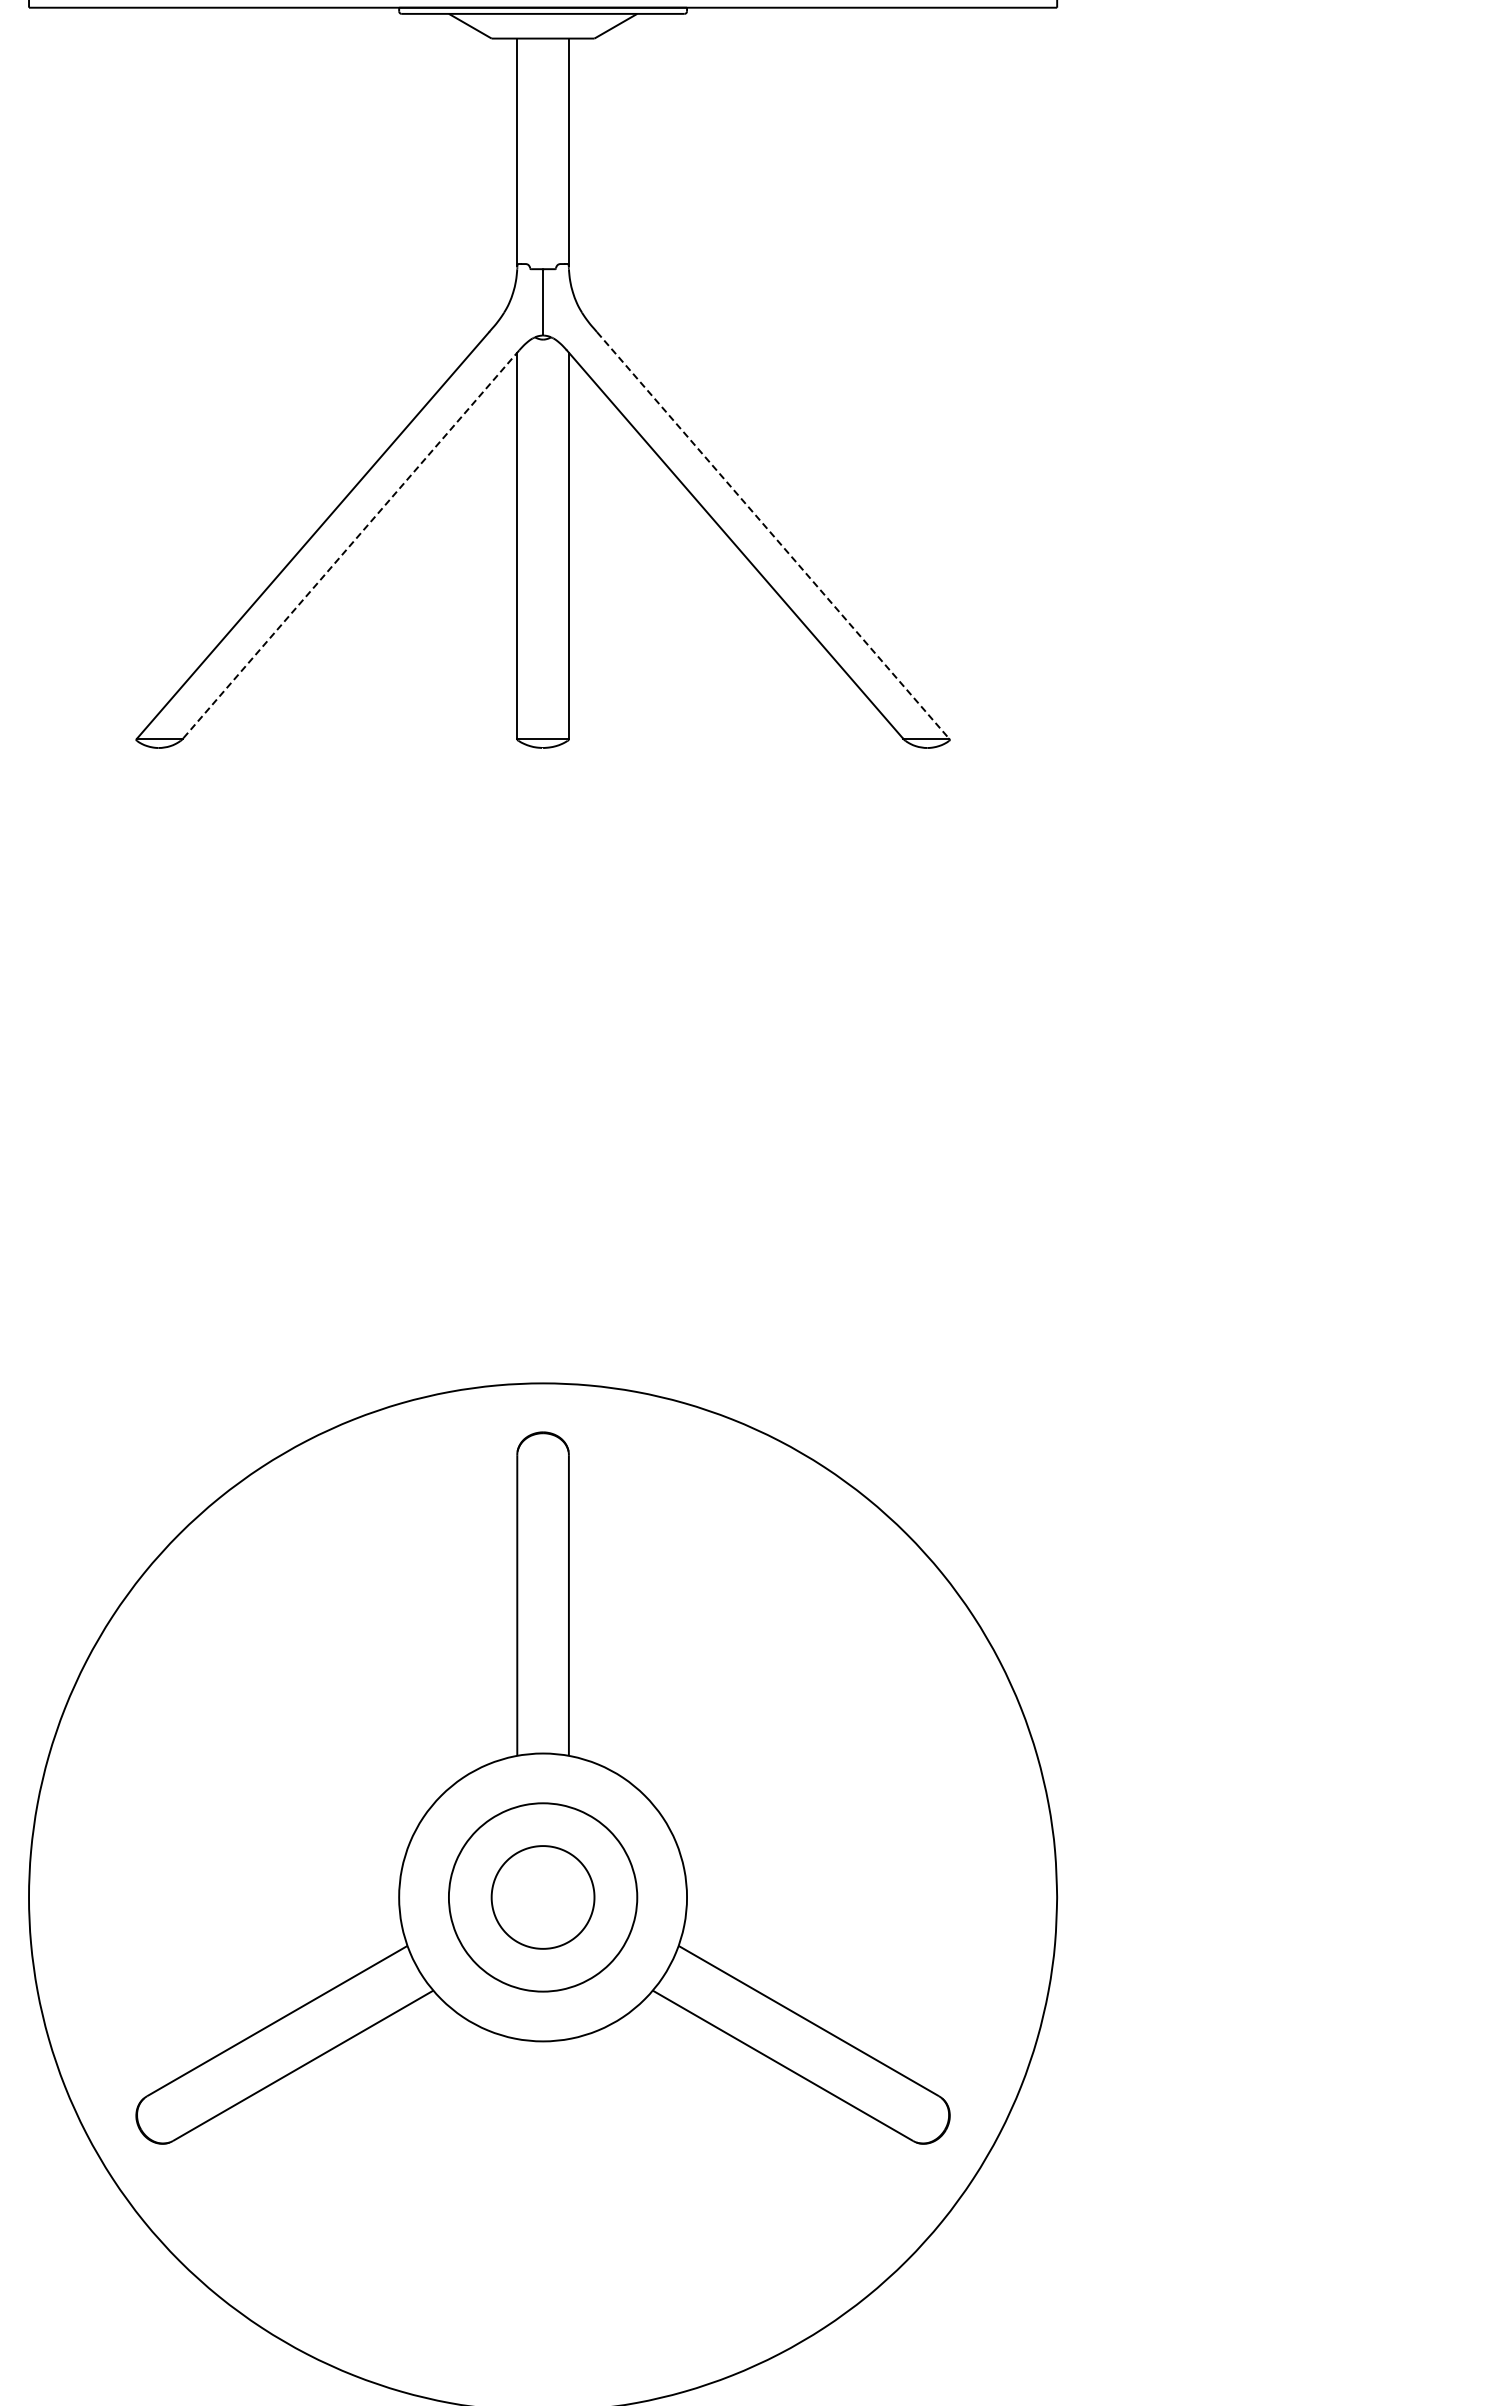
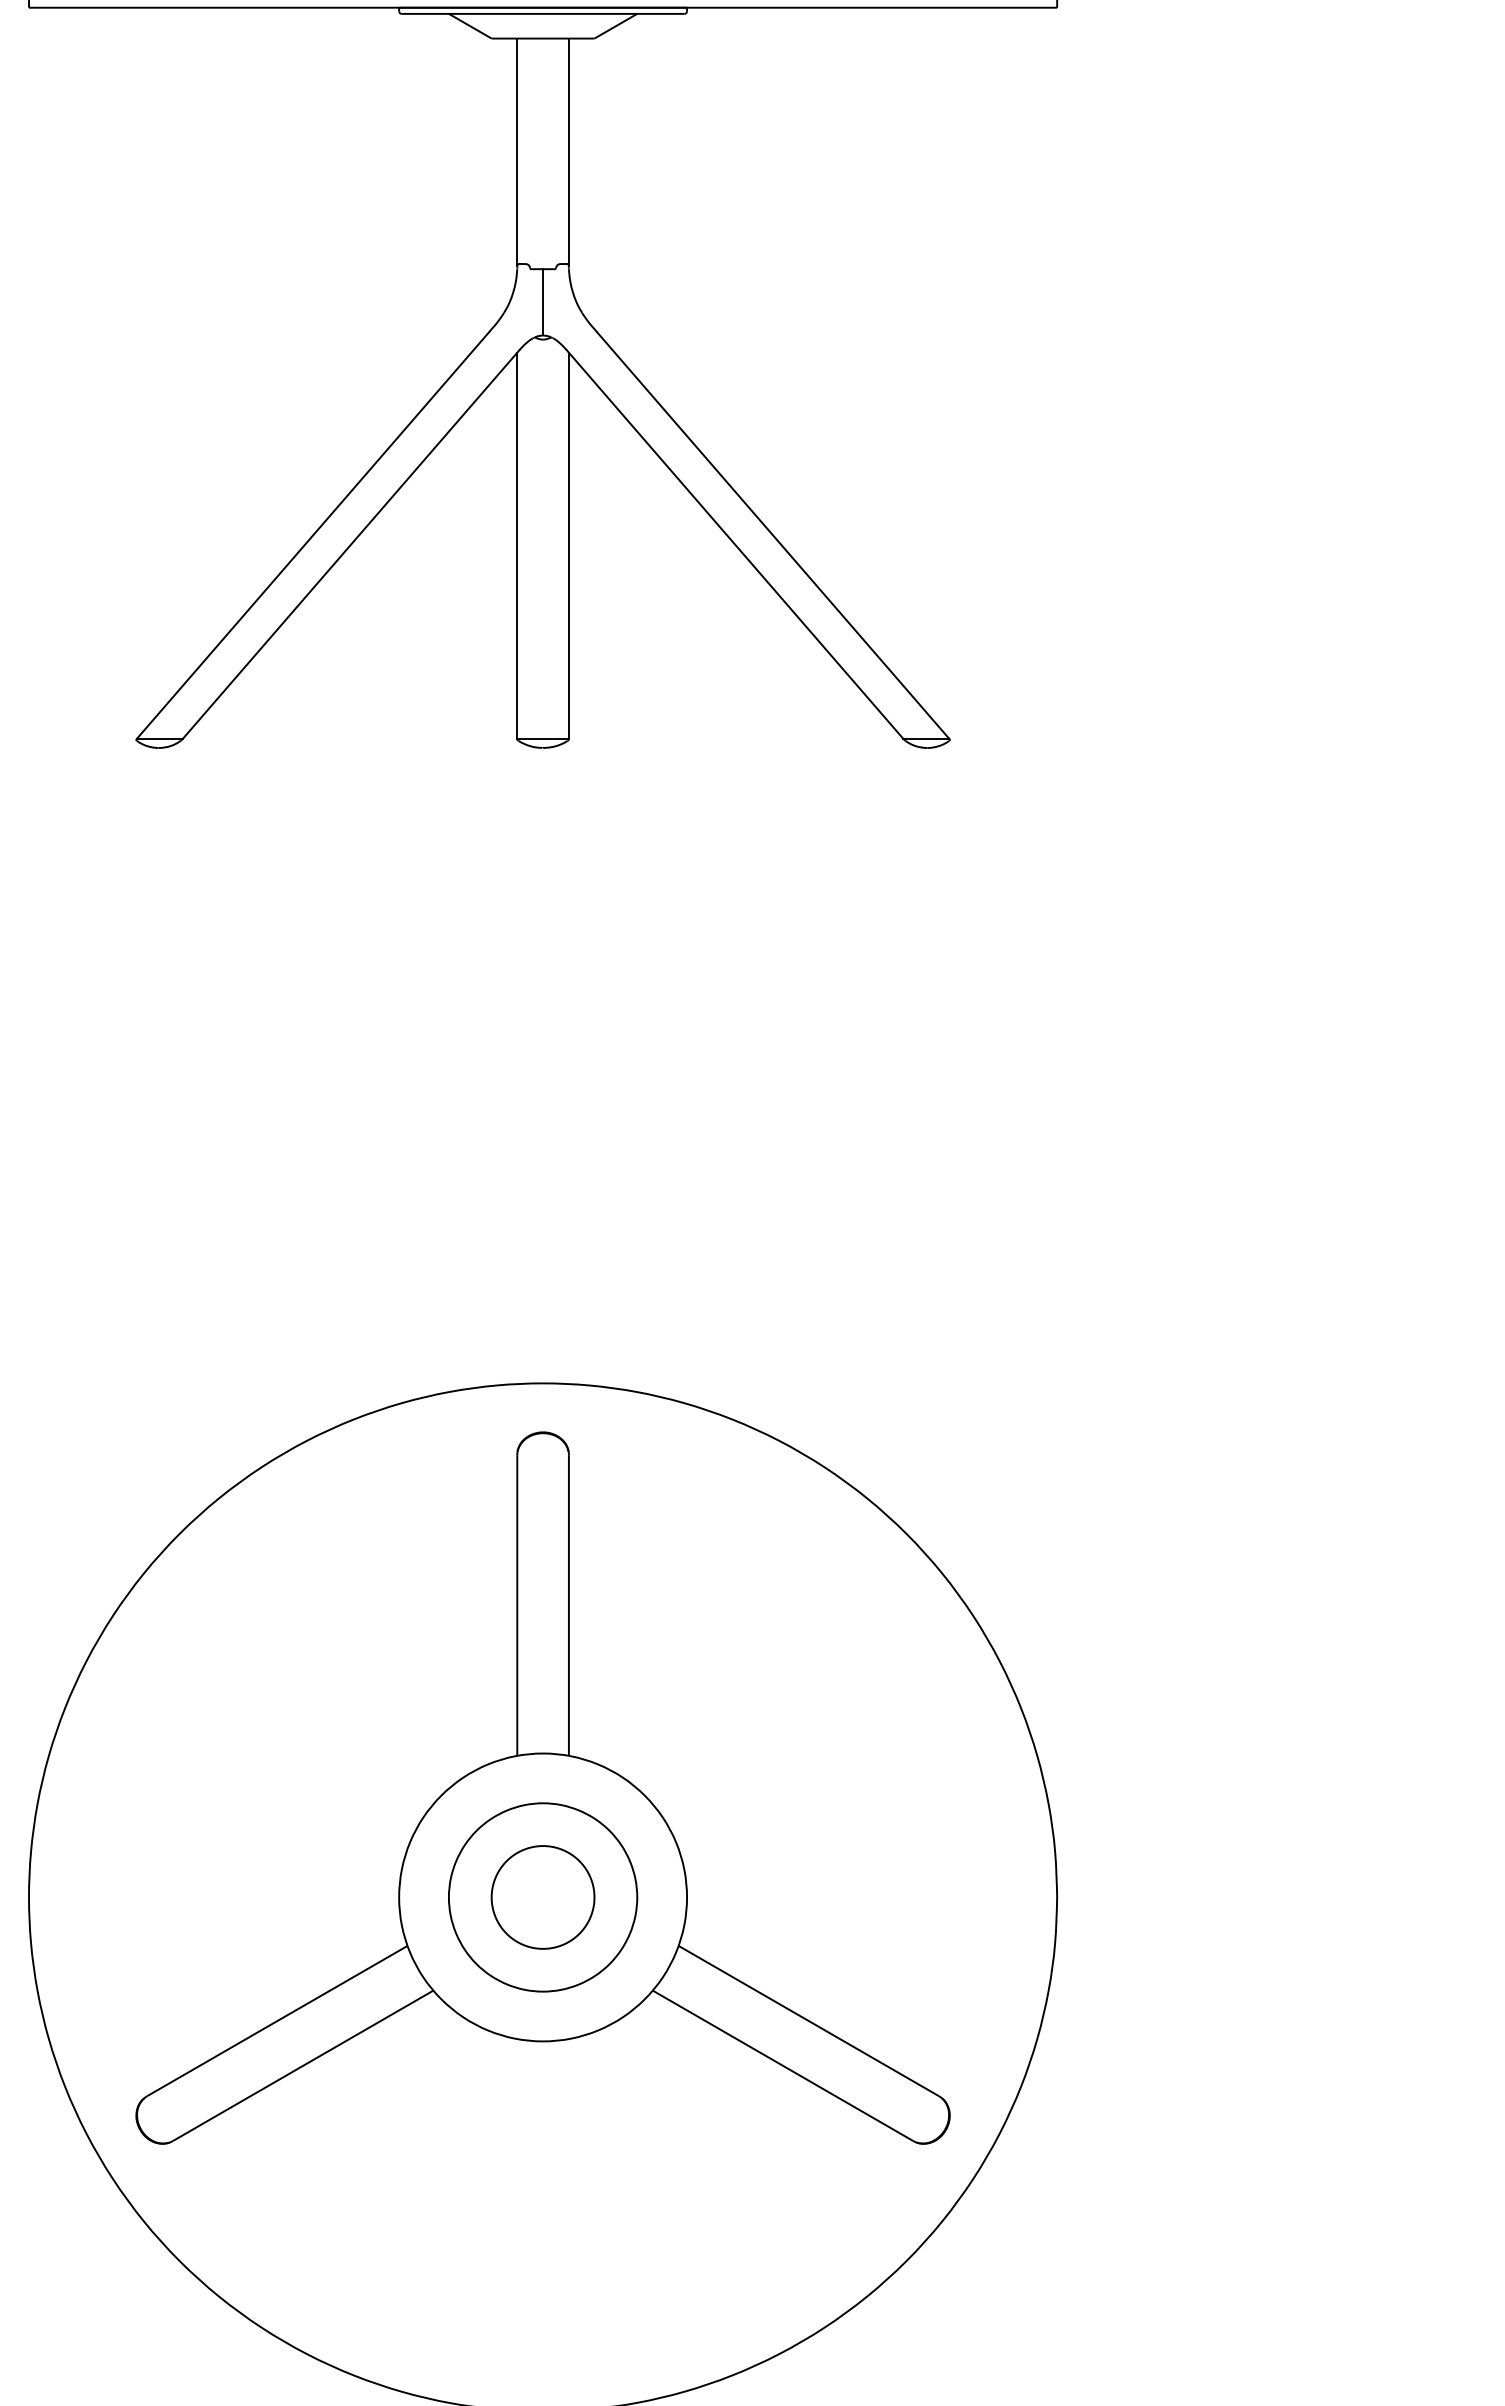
line at (773, 535): dashed -> solid
line at (351, 544): dashed -> solid
